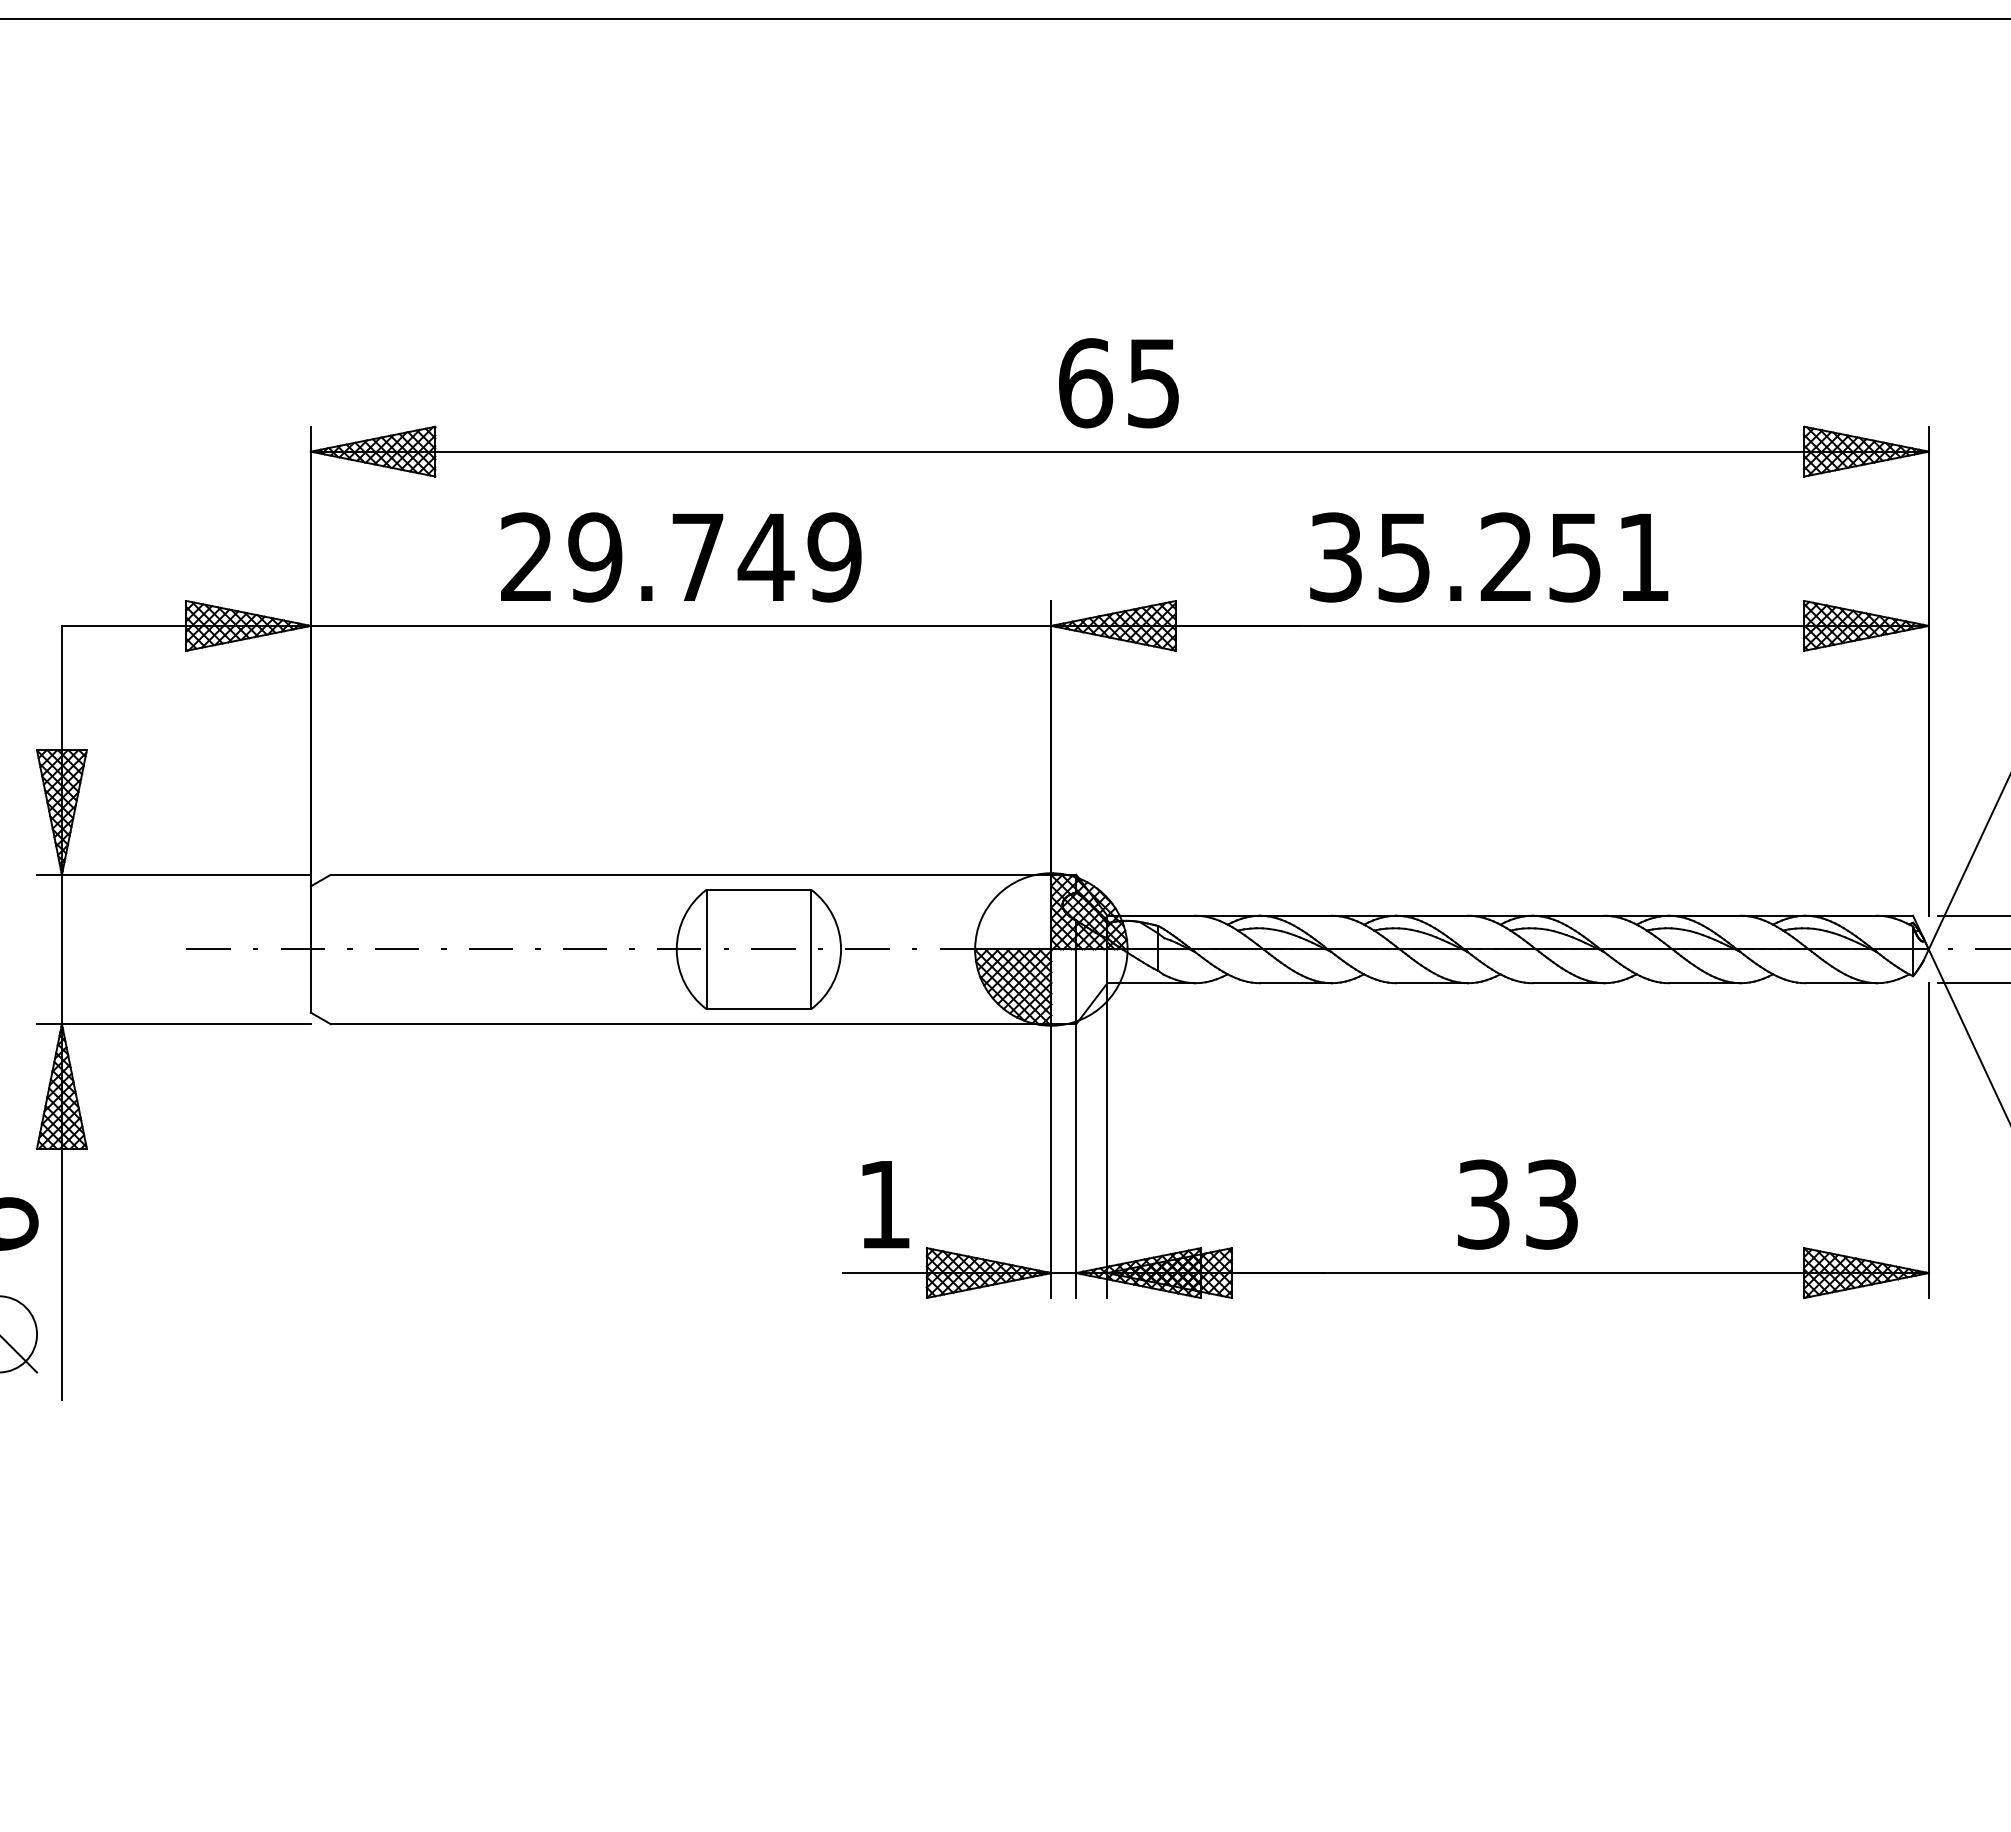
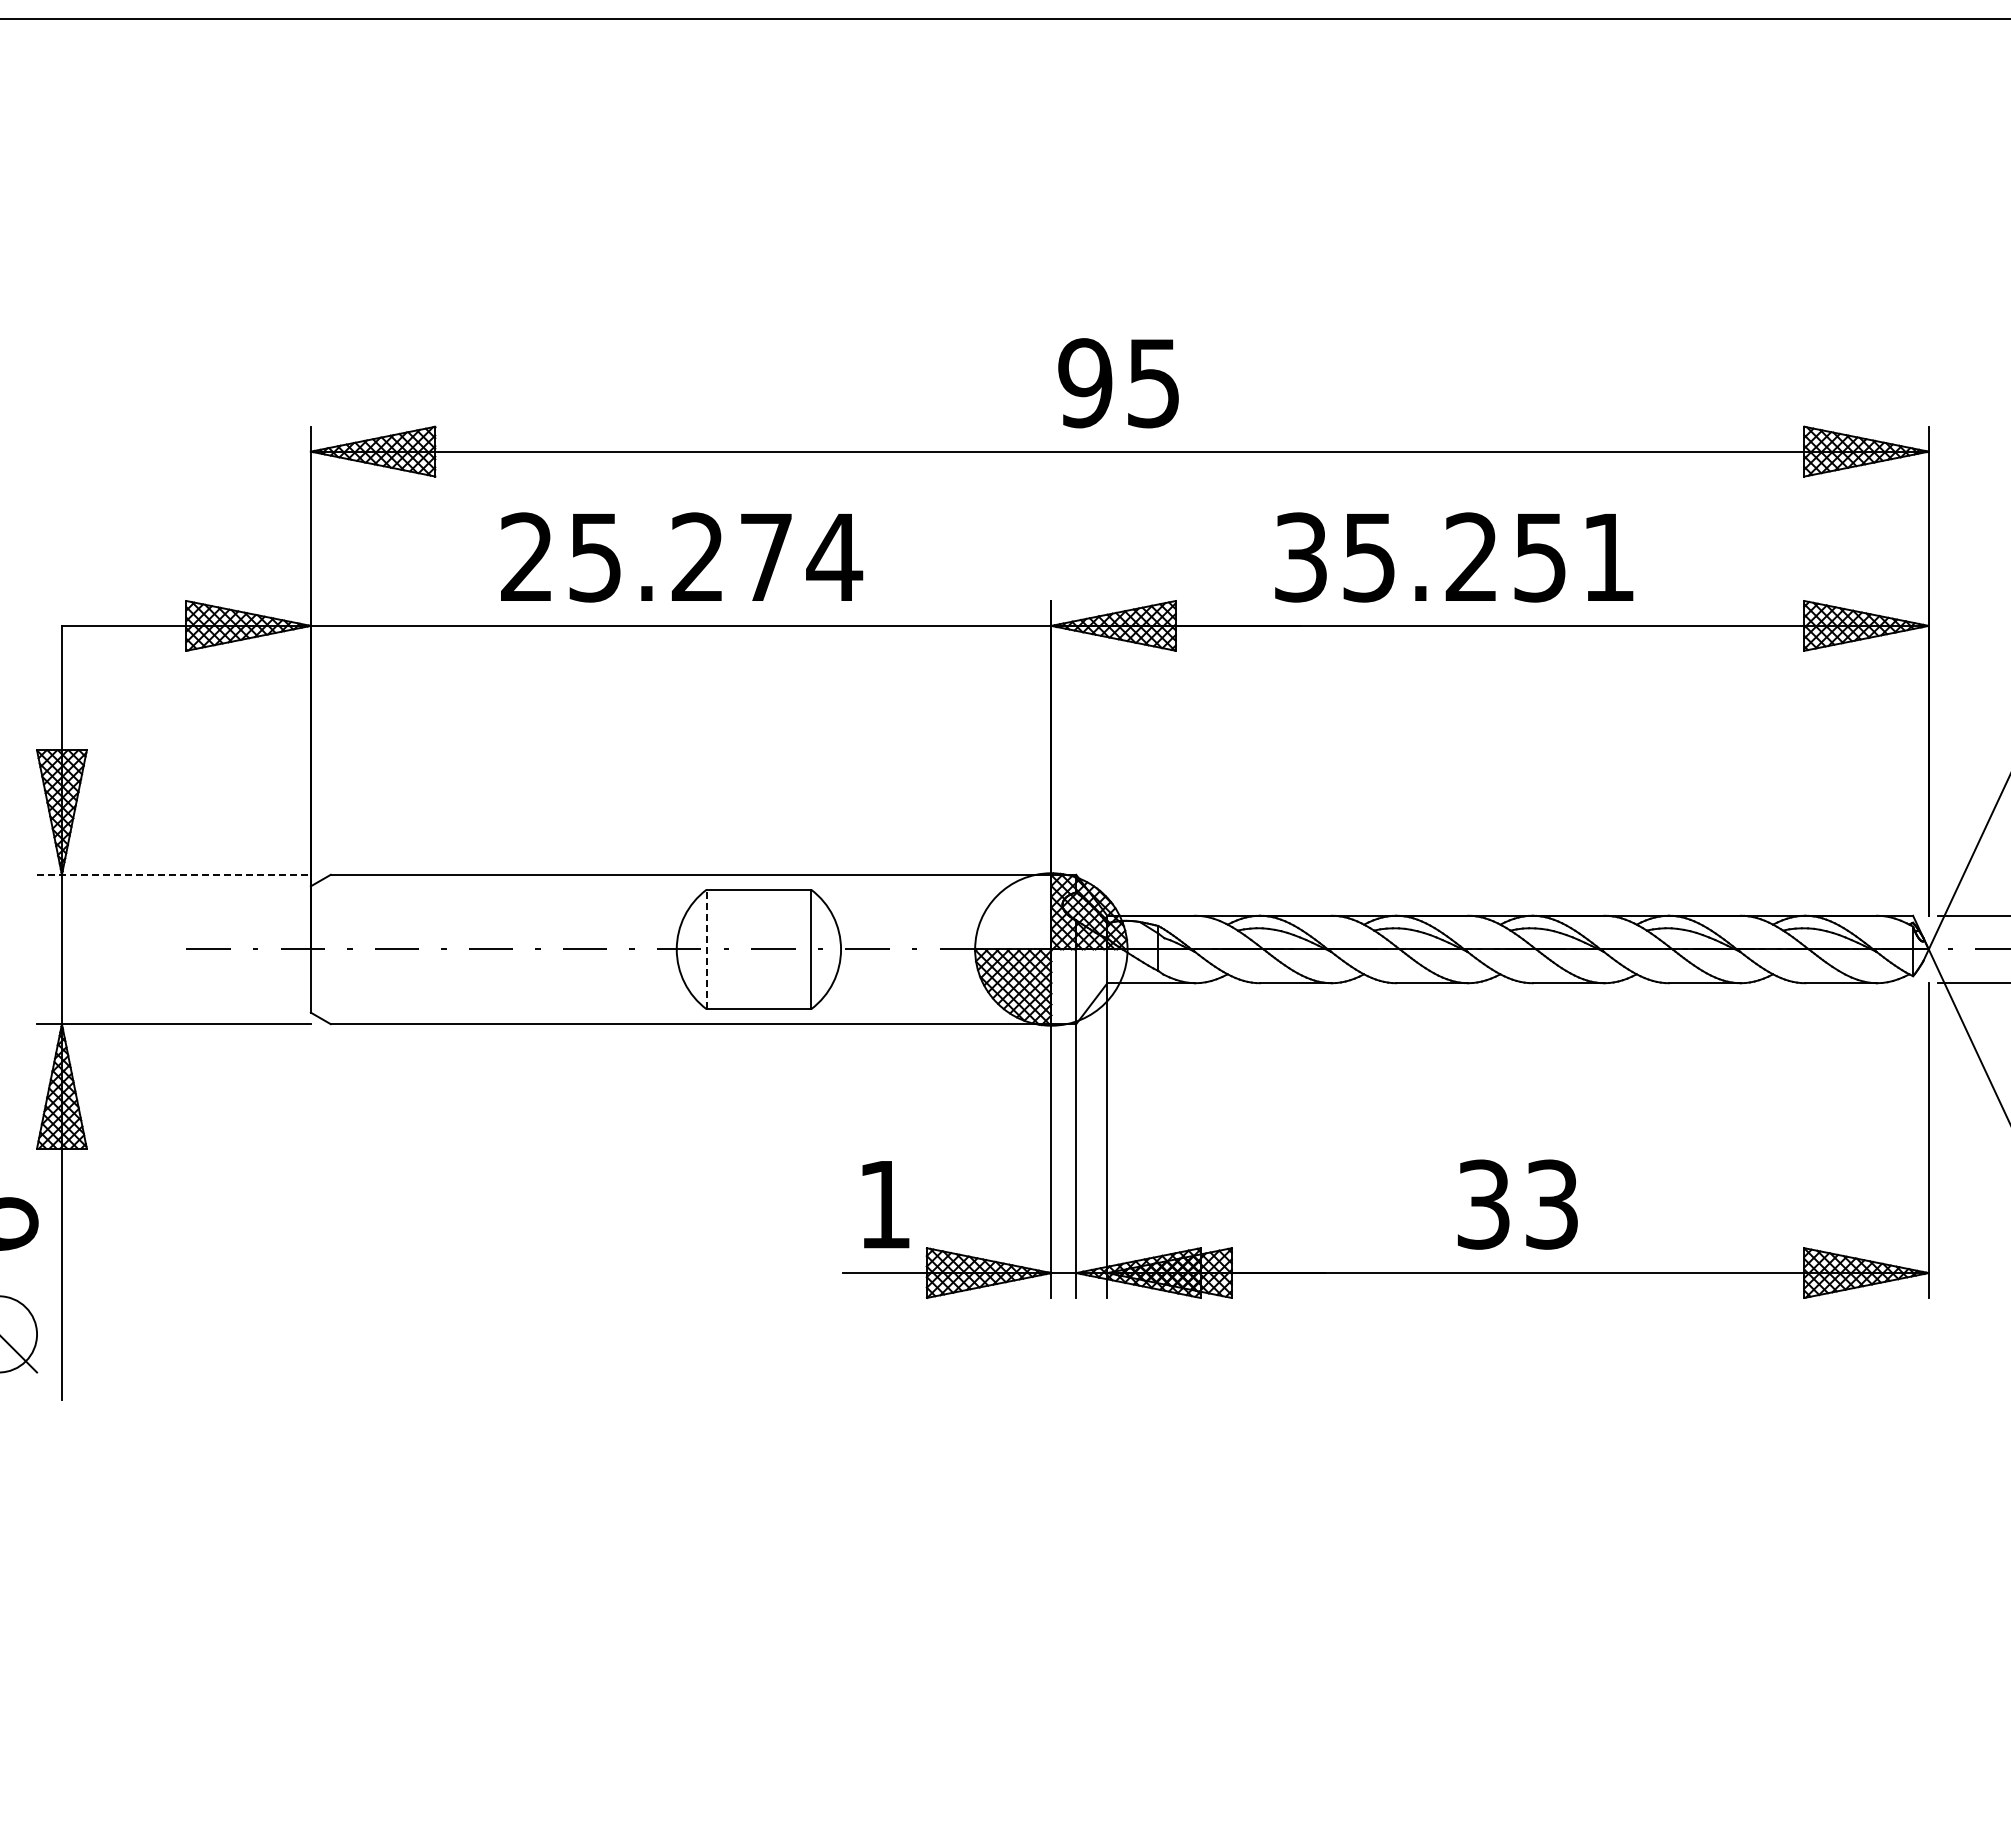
text at (1085, 383): 65 -> 95
text at (715, 557): 29.749 -> 25.274
text at (1489, 557) position: (1489, 557) -> (1454, 557)
line at (173, 874): solid -> dashed
line at (706, 949): solid -> dashed
